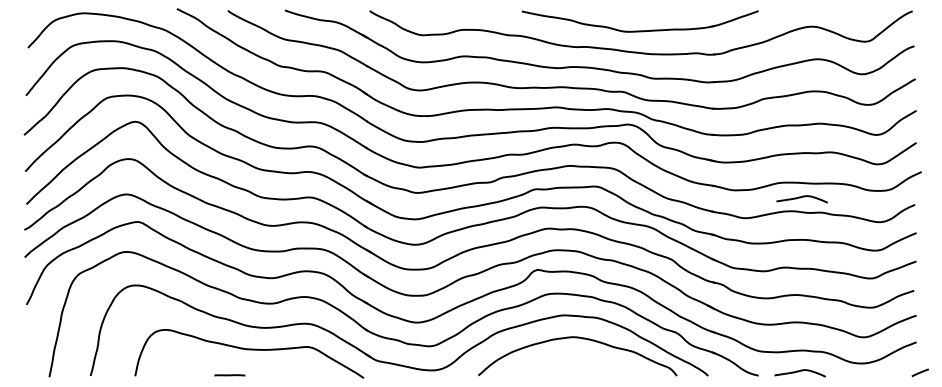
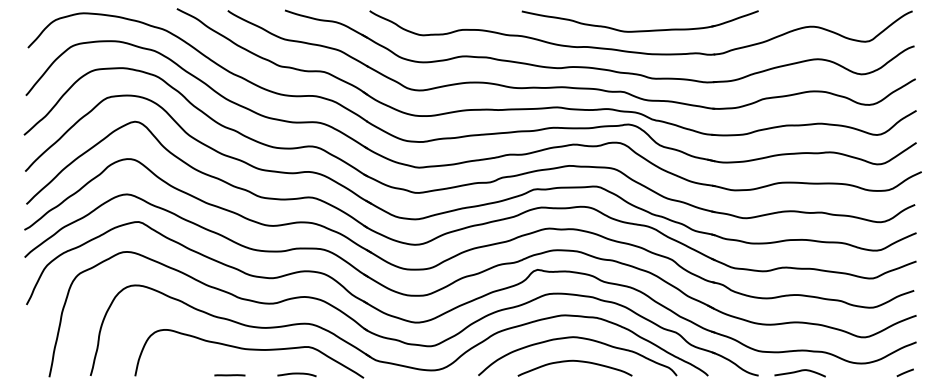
curve at (800, 198): present -> none
curve at (574, 361): none -> present
line at (919, 372) position: (919, 372) -> (904, 372)
curve at (296, 374): none -> present
